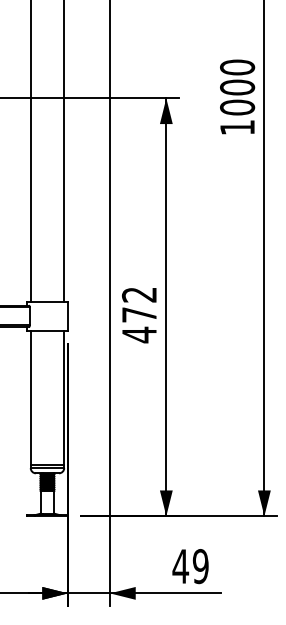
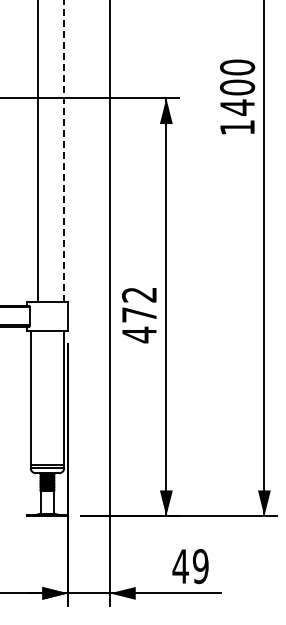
text at (237, 107): 1000 -> 1400
line at (63, 150): solid -> dashed
line at (31, 151) position: (31, 151) -> (38, 151)
